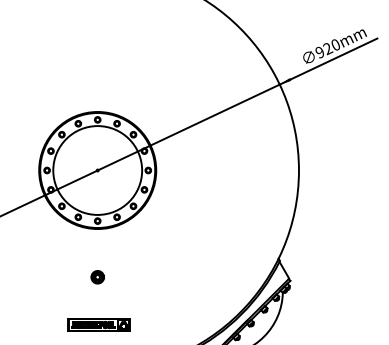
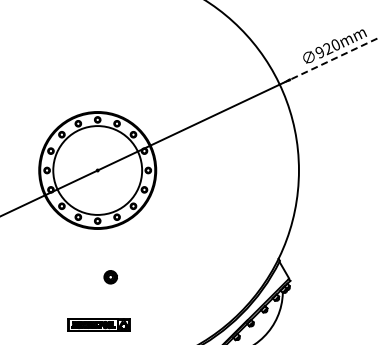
line at (333, 59): solid -> dashed
part at (97, 277) position: (97, 277) -> (110, 277)
